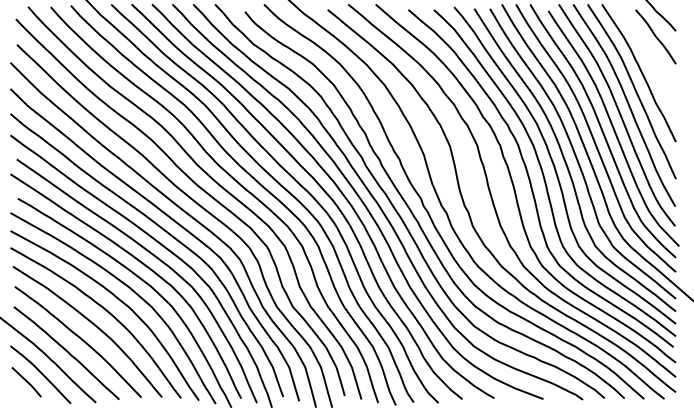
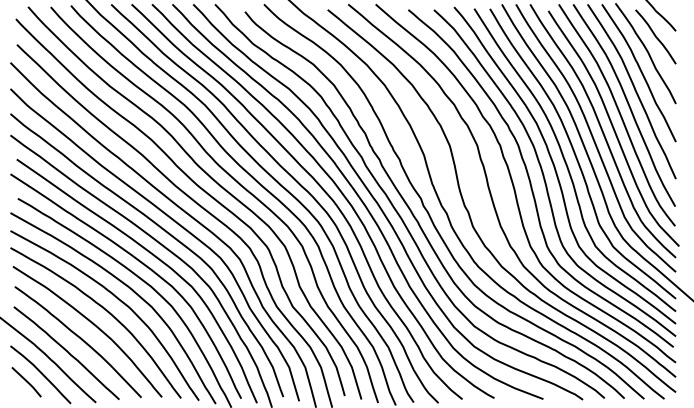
curve at (647, 53): none -> present
